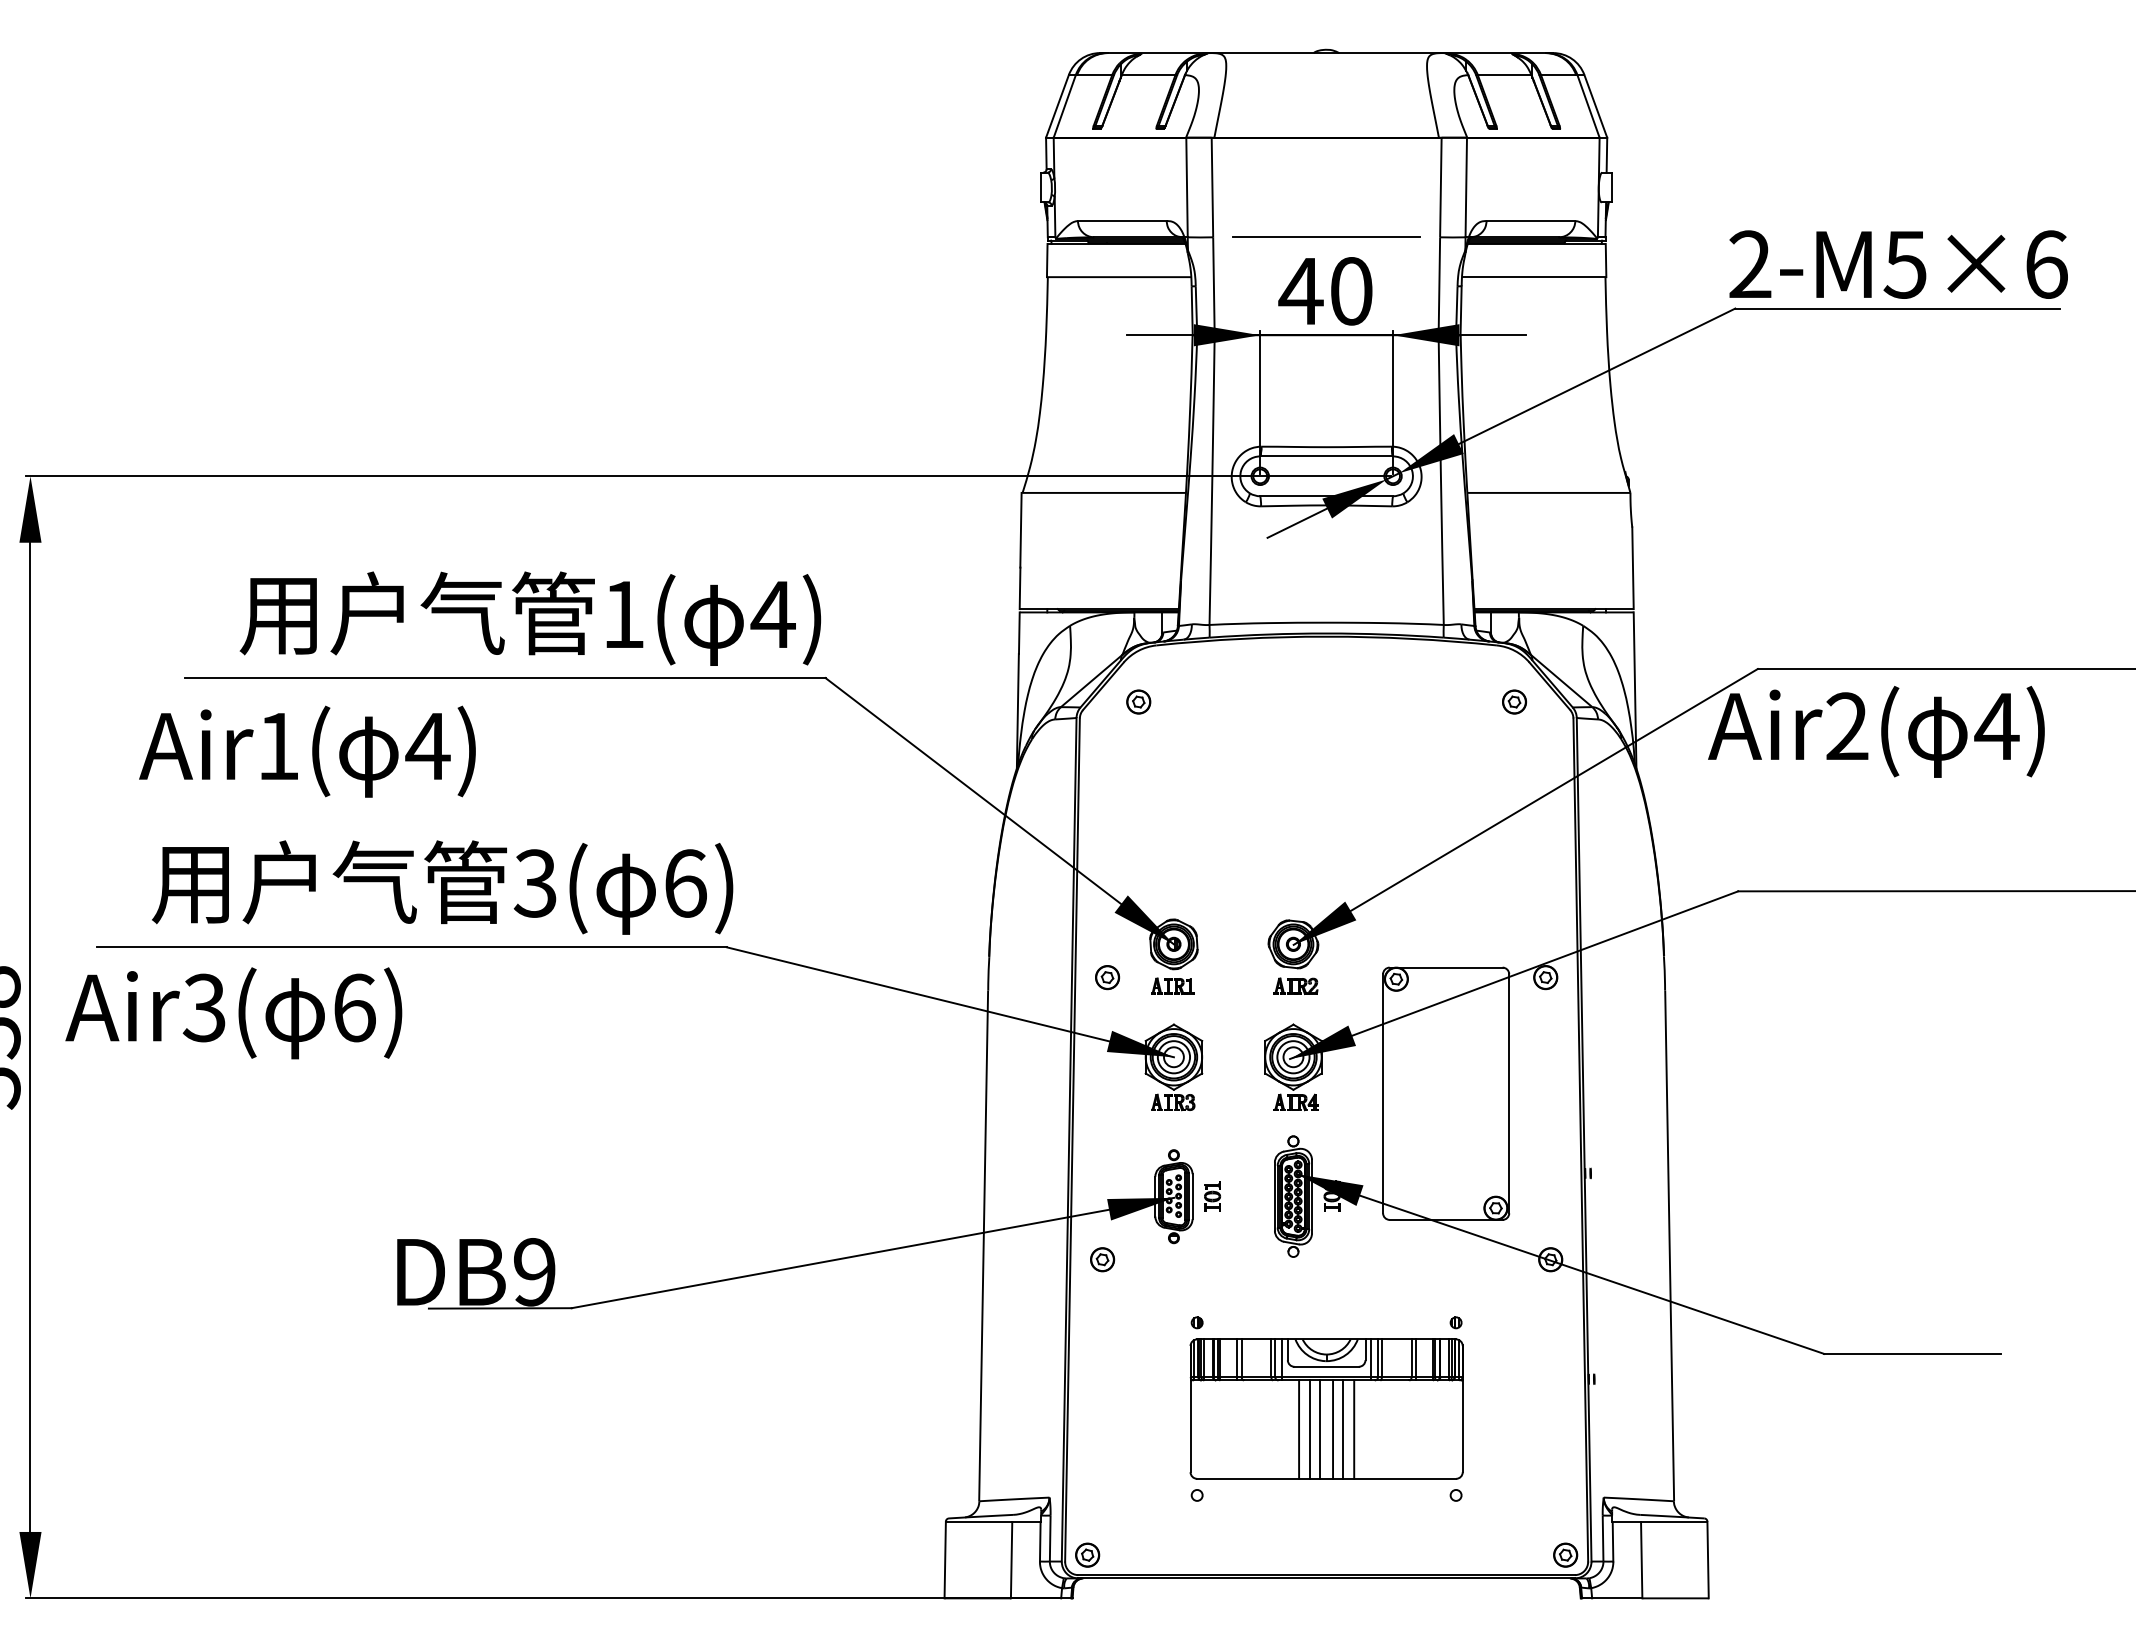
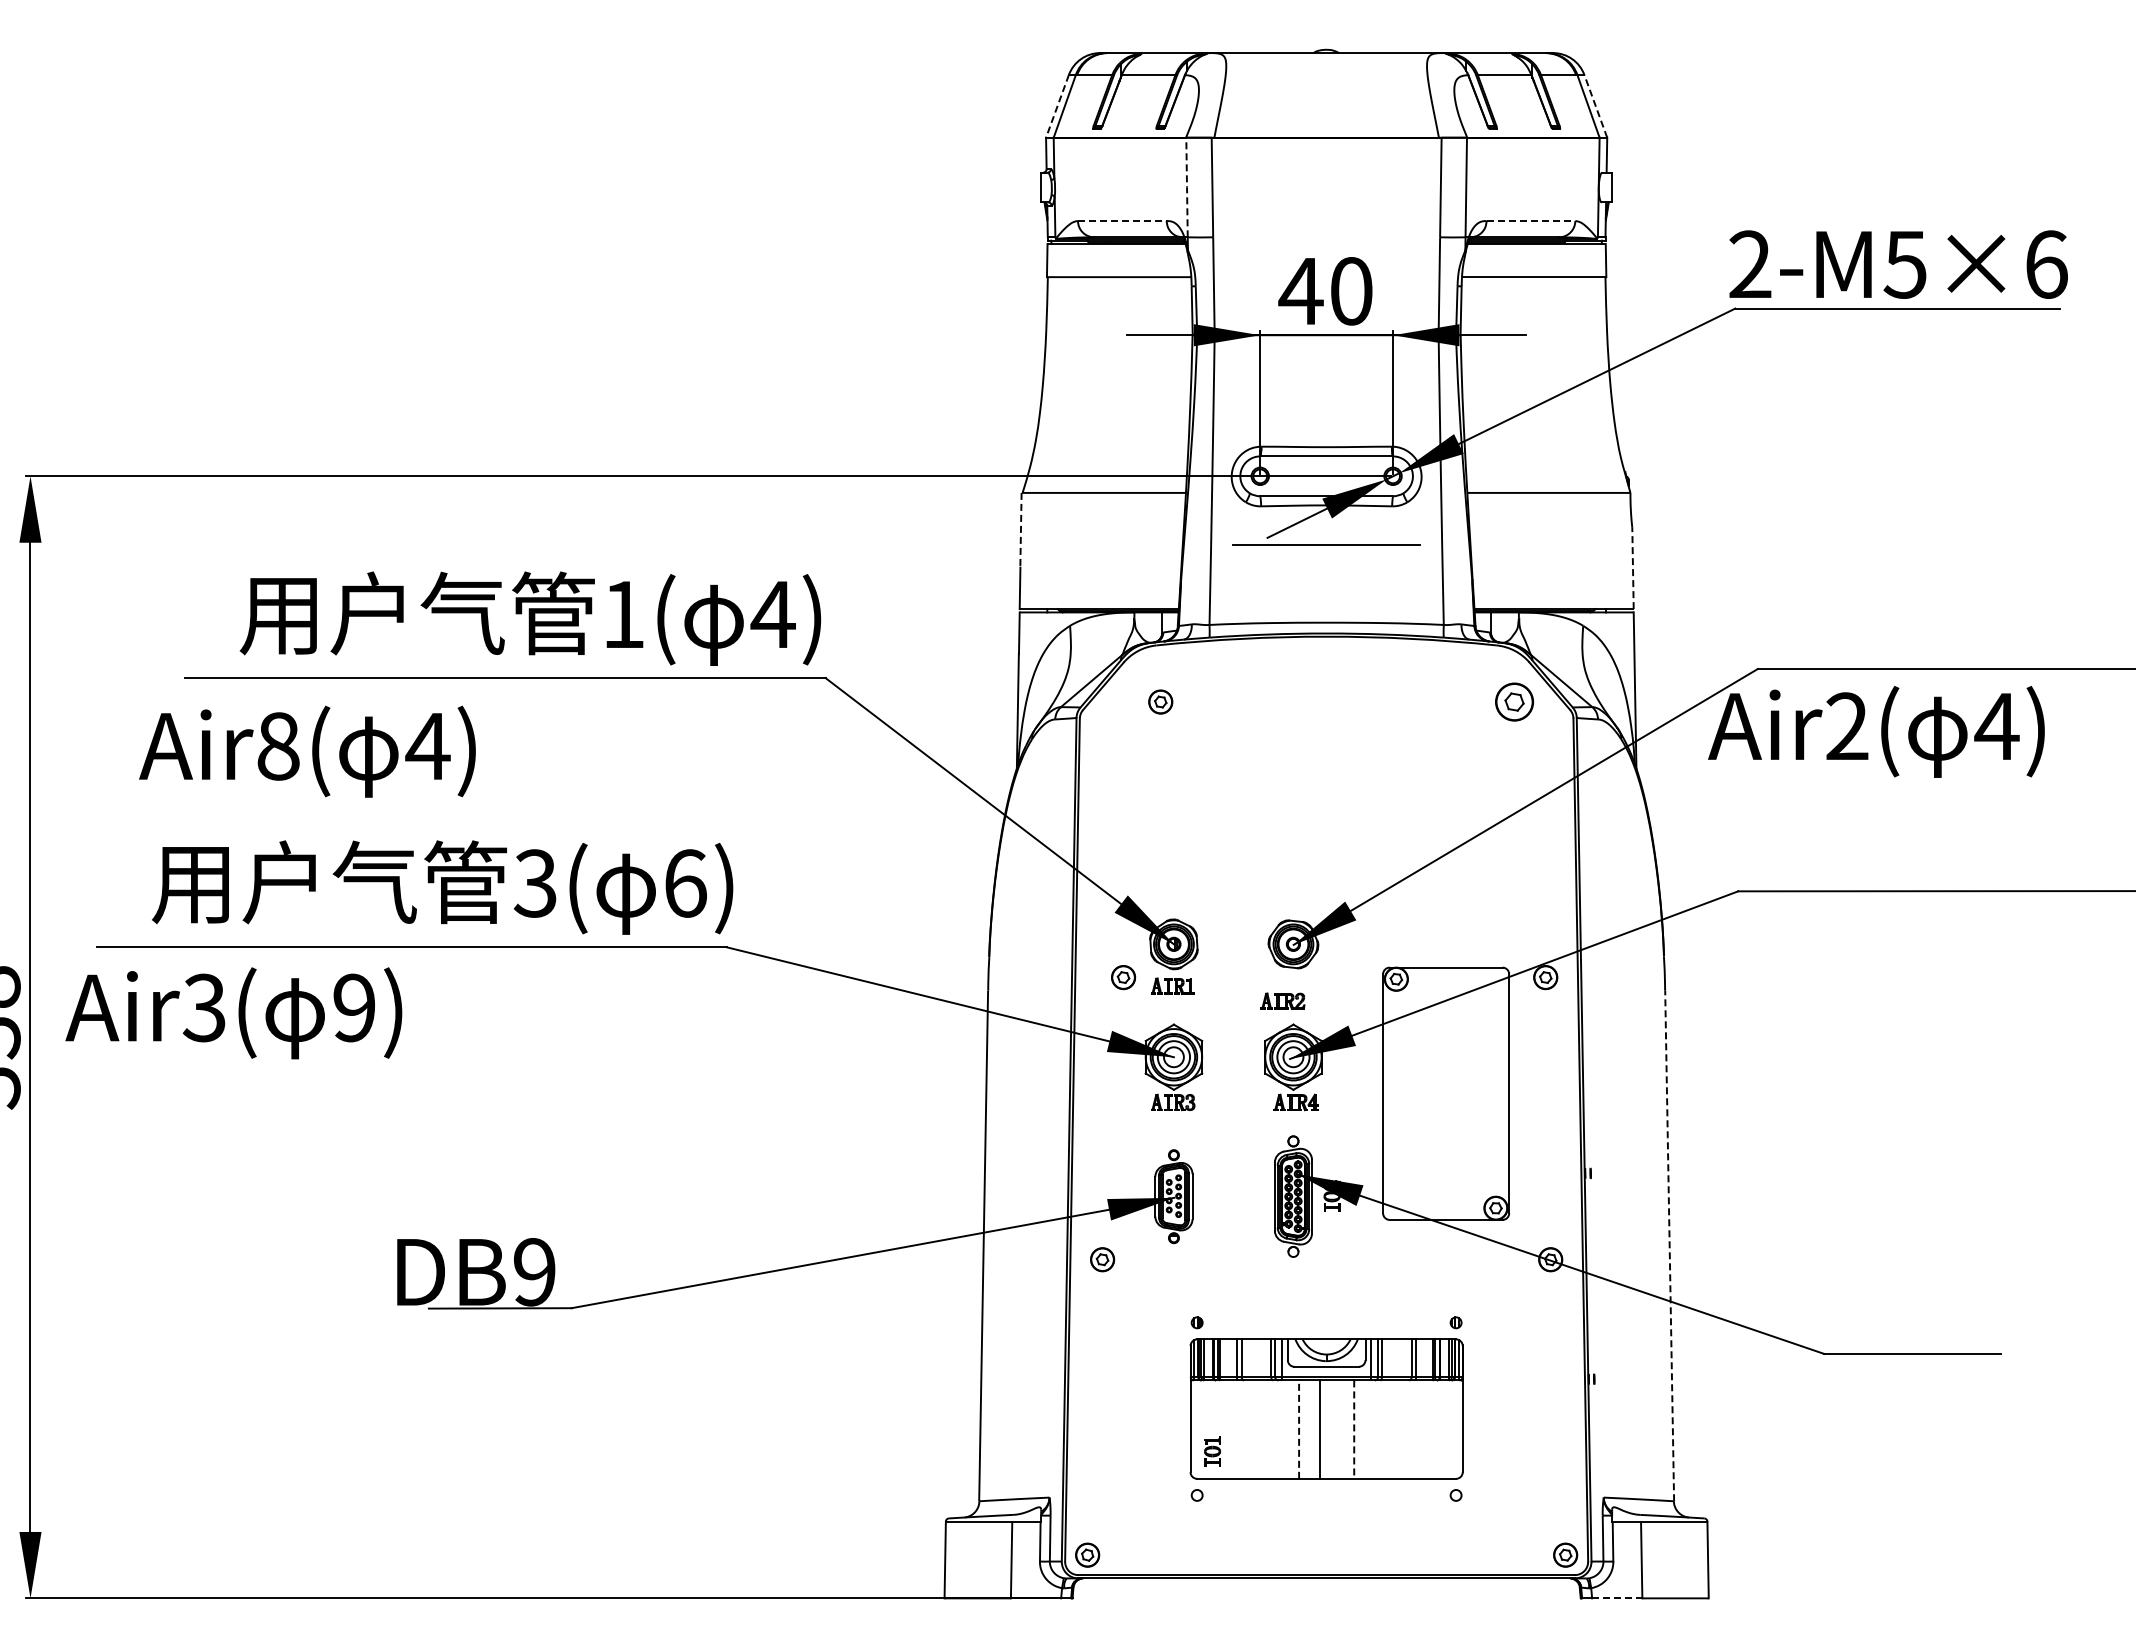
line at (1595, 105): solid -> dashed
line at (1057, 106): solid -> dashed
line at (1187, 187): solid -> dashed
line at (1122, 221): solid -> dashed
line at (1531, 221): solid -> dashed
line at (1326, 236) position: (1326, 236) -> (1326, 544)
line at (1020, 530): solid -> dashed
line at (1633, 568): solid -> dashed
part at (1138, 701) position: (1138, 701) -> (1160, 701)
part at (1514, 701) size: 25x26 px -> 39x40 px
text at (278, 746): Air1( -> Air8(
part at (1107, 977) position: (1107, 977) -> (1123, 977)
part at (1295, 985) position: (1295, 985) -> (1282, 1000)
text at (354, 1007): 6) -> 9)
part at (1212, 1196) position: (1212, 1196) -> (1212, 1451)
line at (1669, 1244): solid -> dashed
line at (1299, 1429): solid -> dashed
line at (1310, 1429): present -> none
line at (1333, 1429): present -> none
line at (1343, 1429): present -> none
line at (1354, 1430): solid -> dashed
line at (1617, 1598): solid -> dashed
